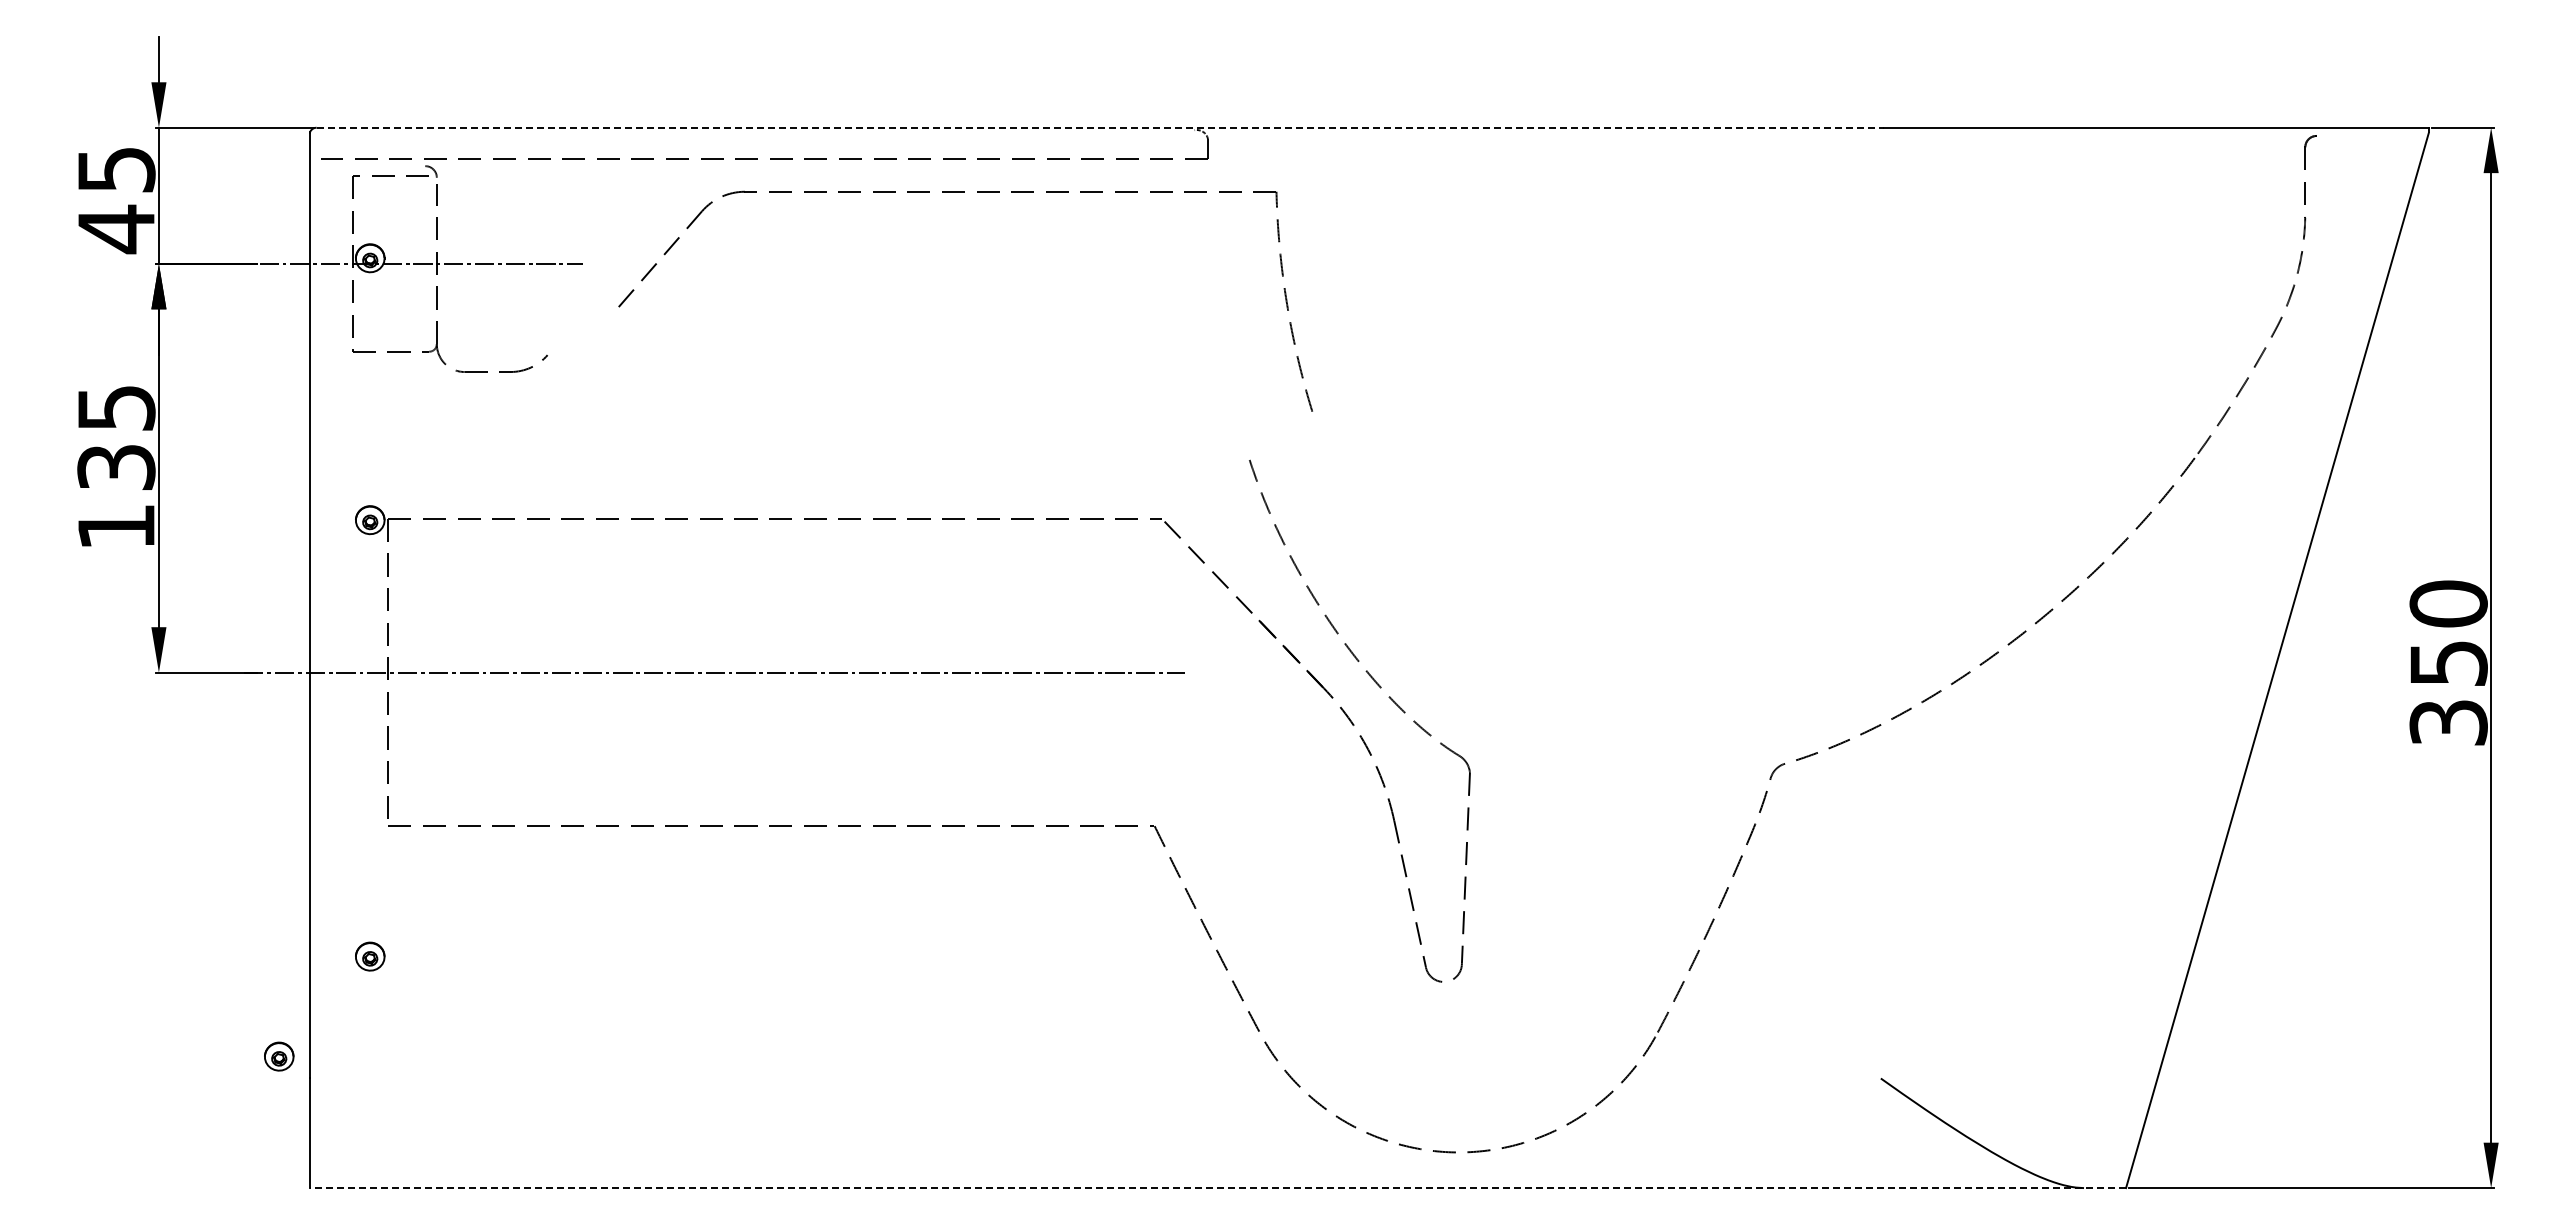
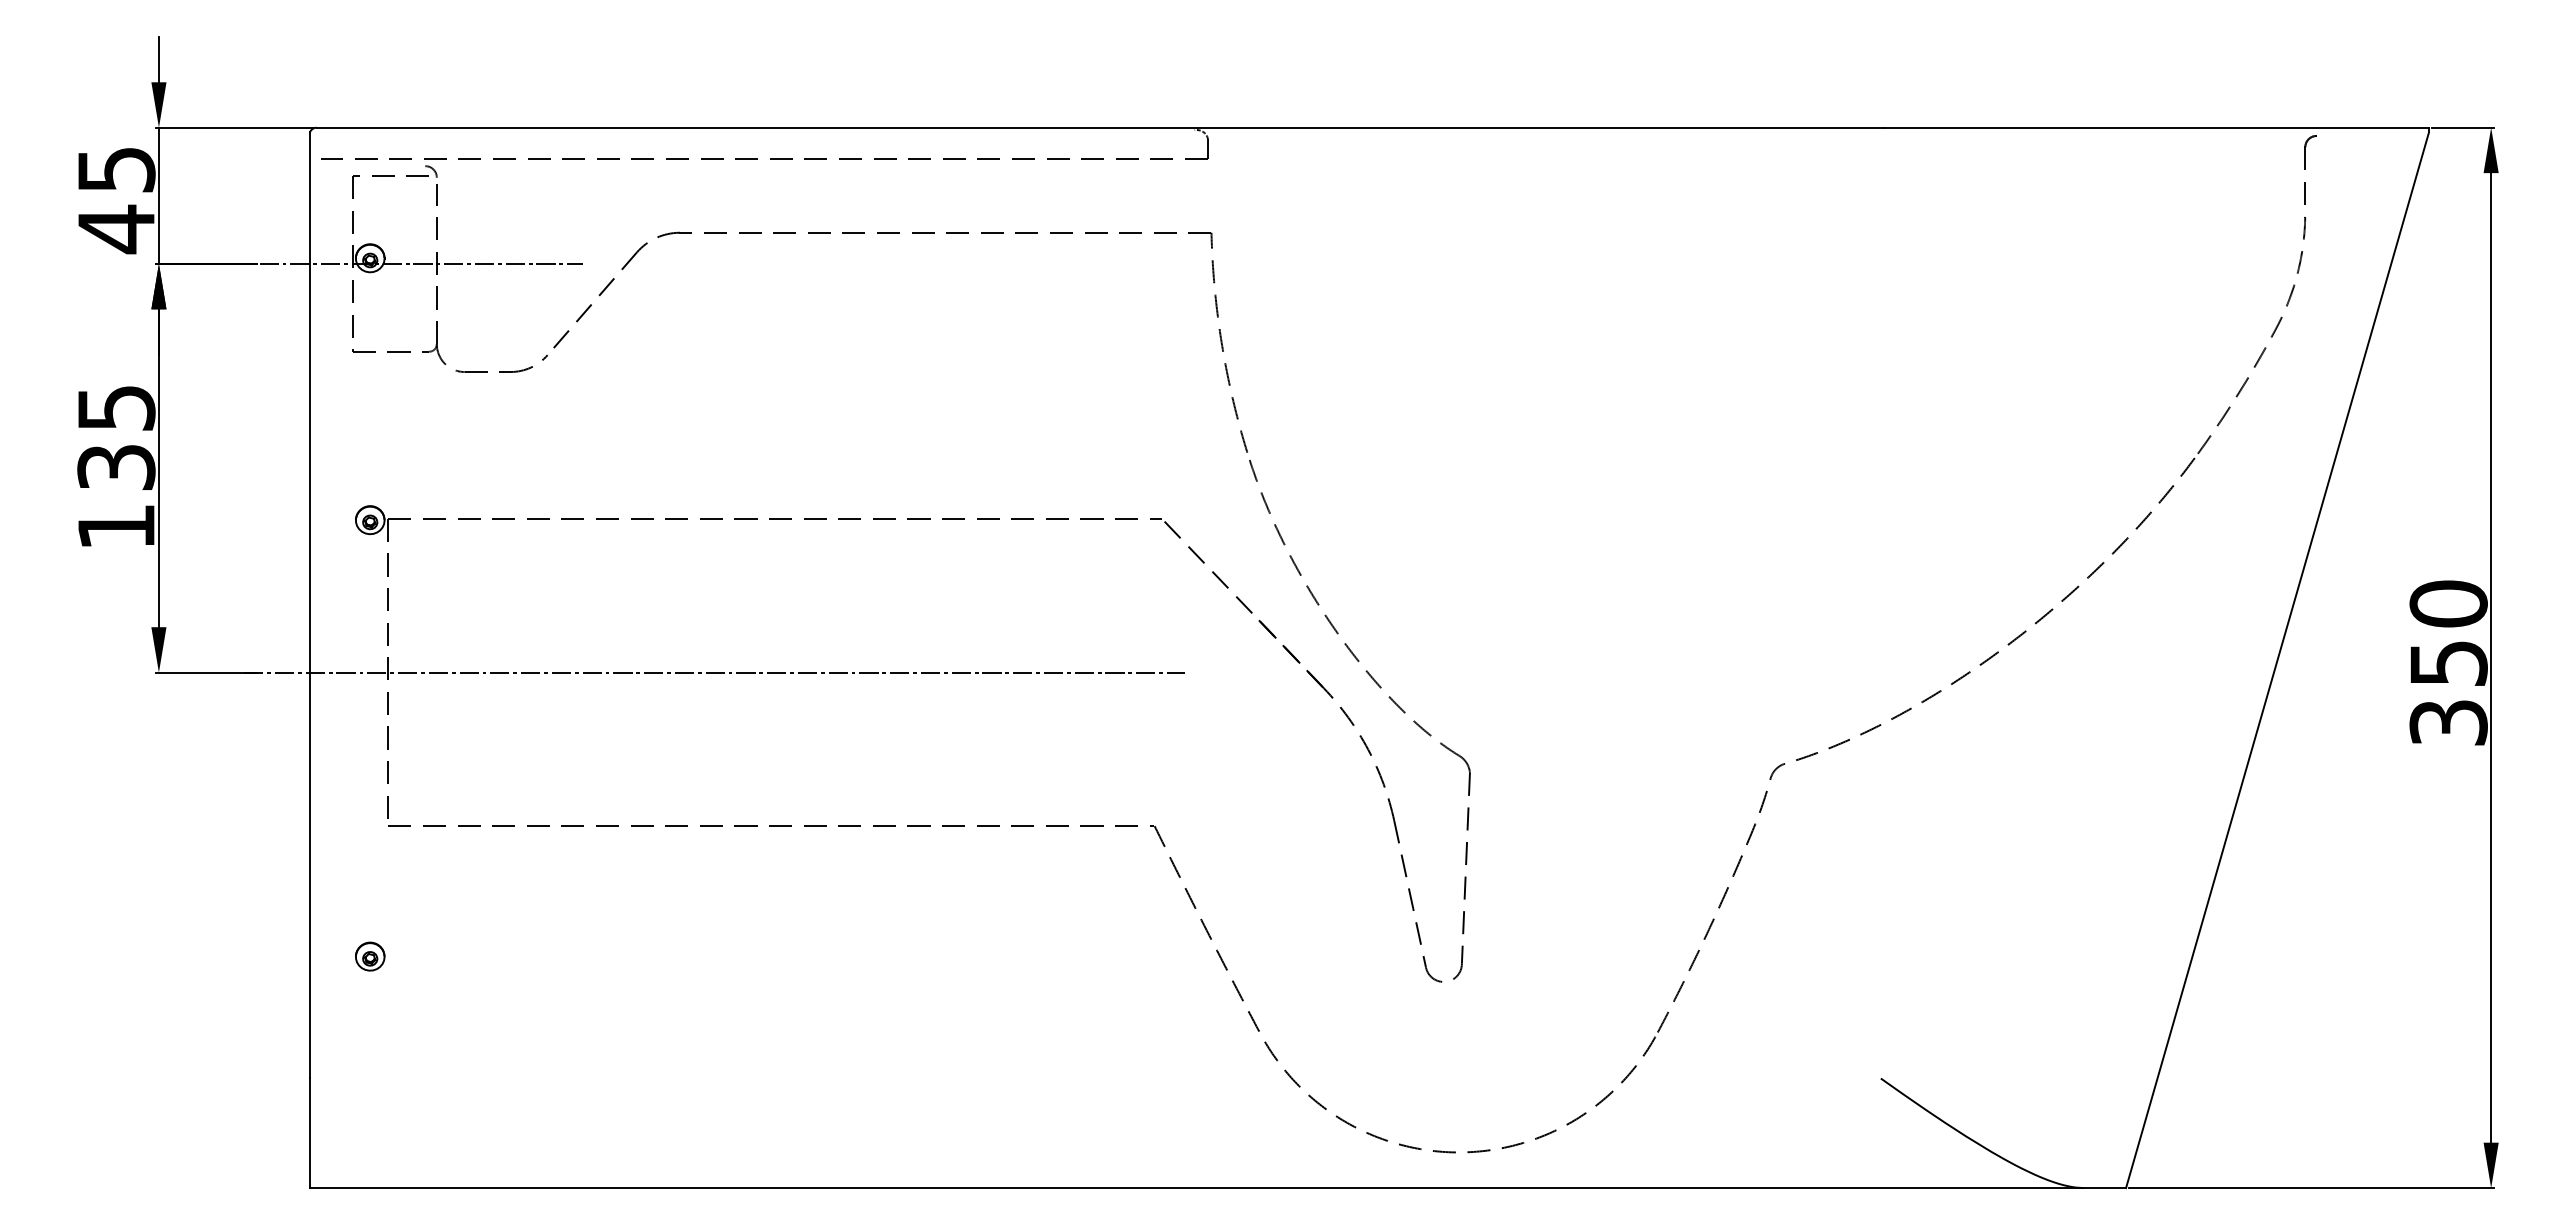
line at (1100, 127): dashed -> solid
part at (964, 192) position: (964, 192) -> (899, 233)
part at (279, 1056): present -> none
line at (1217, 1188): dashed -> solid
